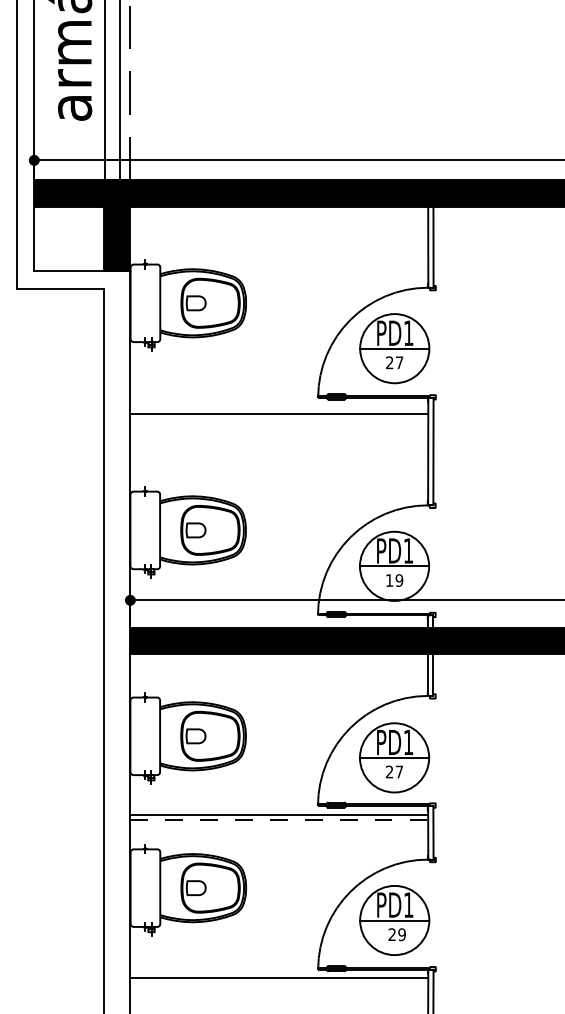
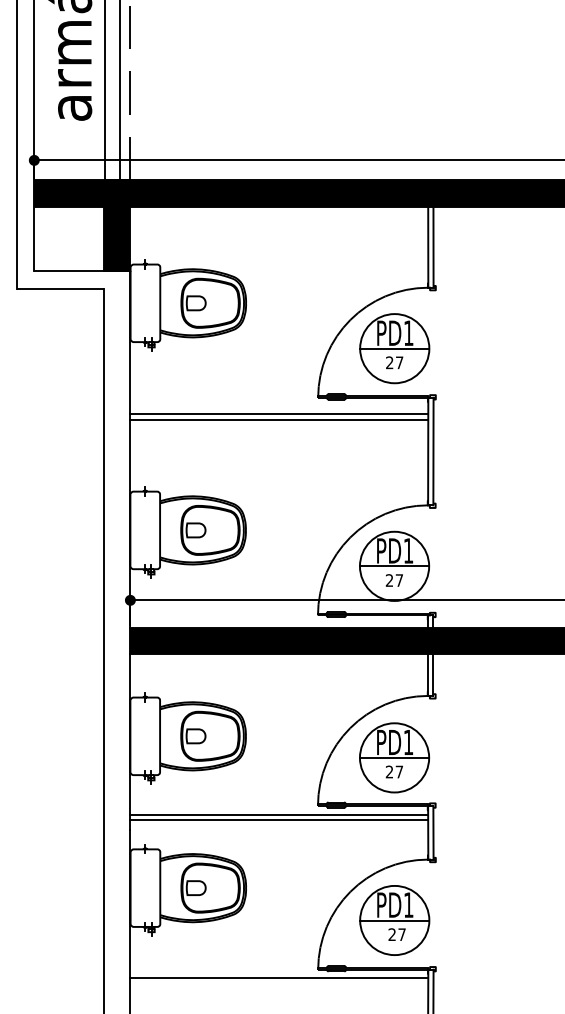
line at (279, 419): none -> present
text at (394, 580): 19 -> 27
line at (279, 819): dashed -> solid
text at (401, 934): 29 -> 27
